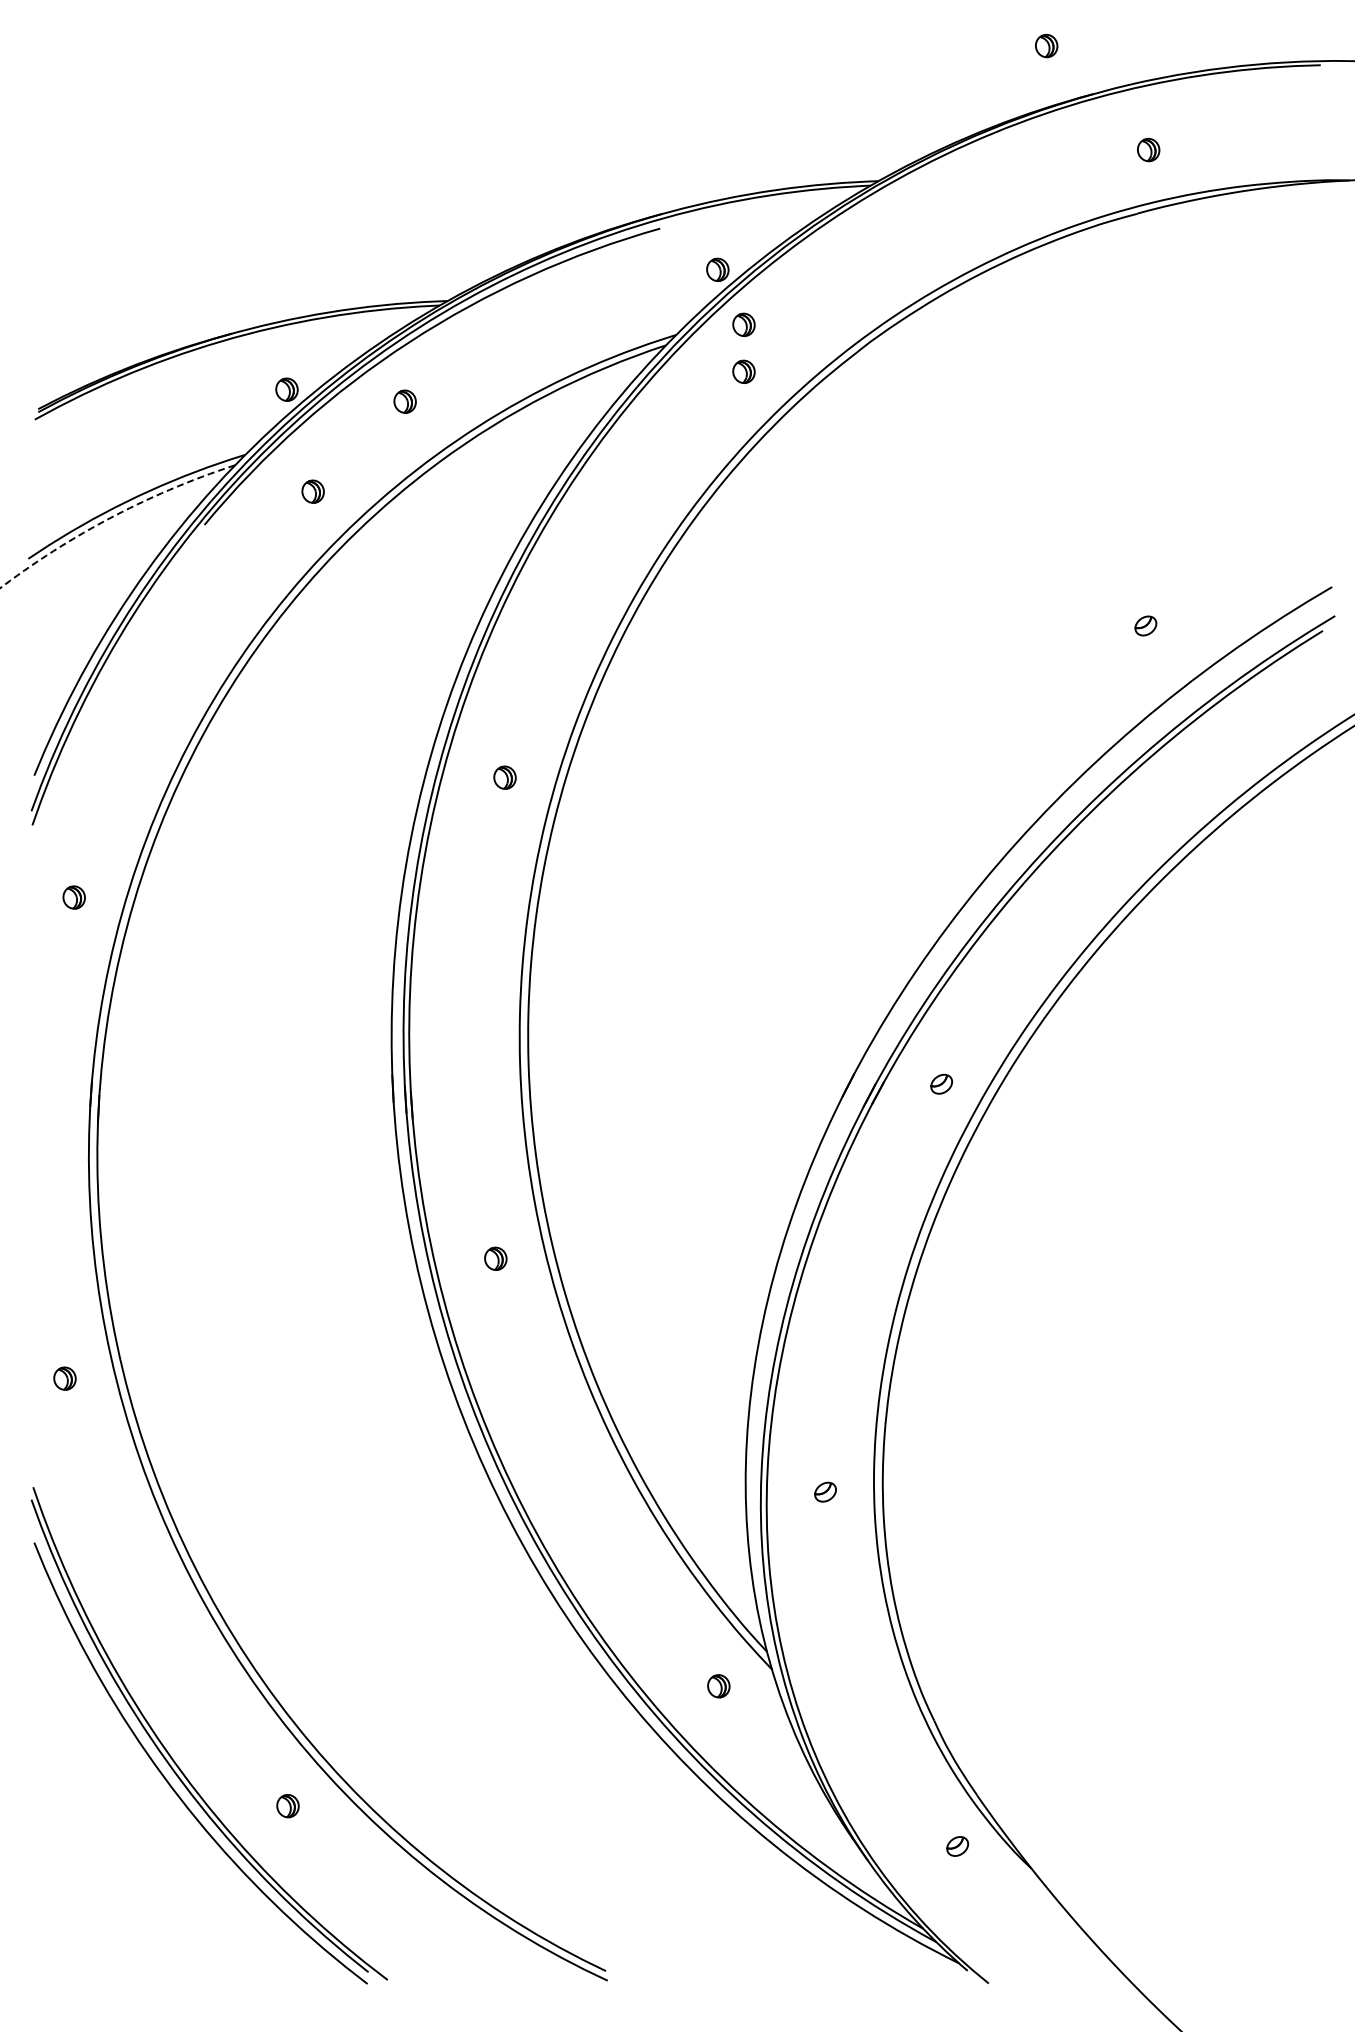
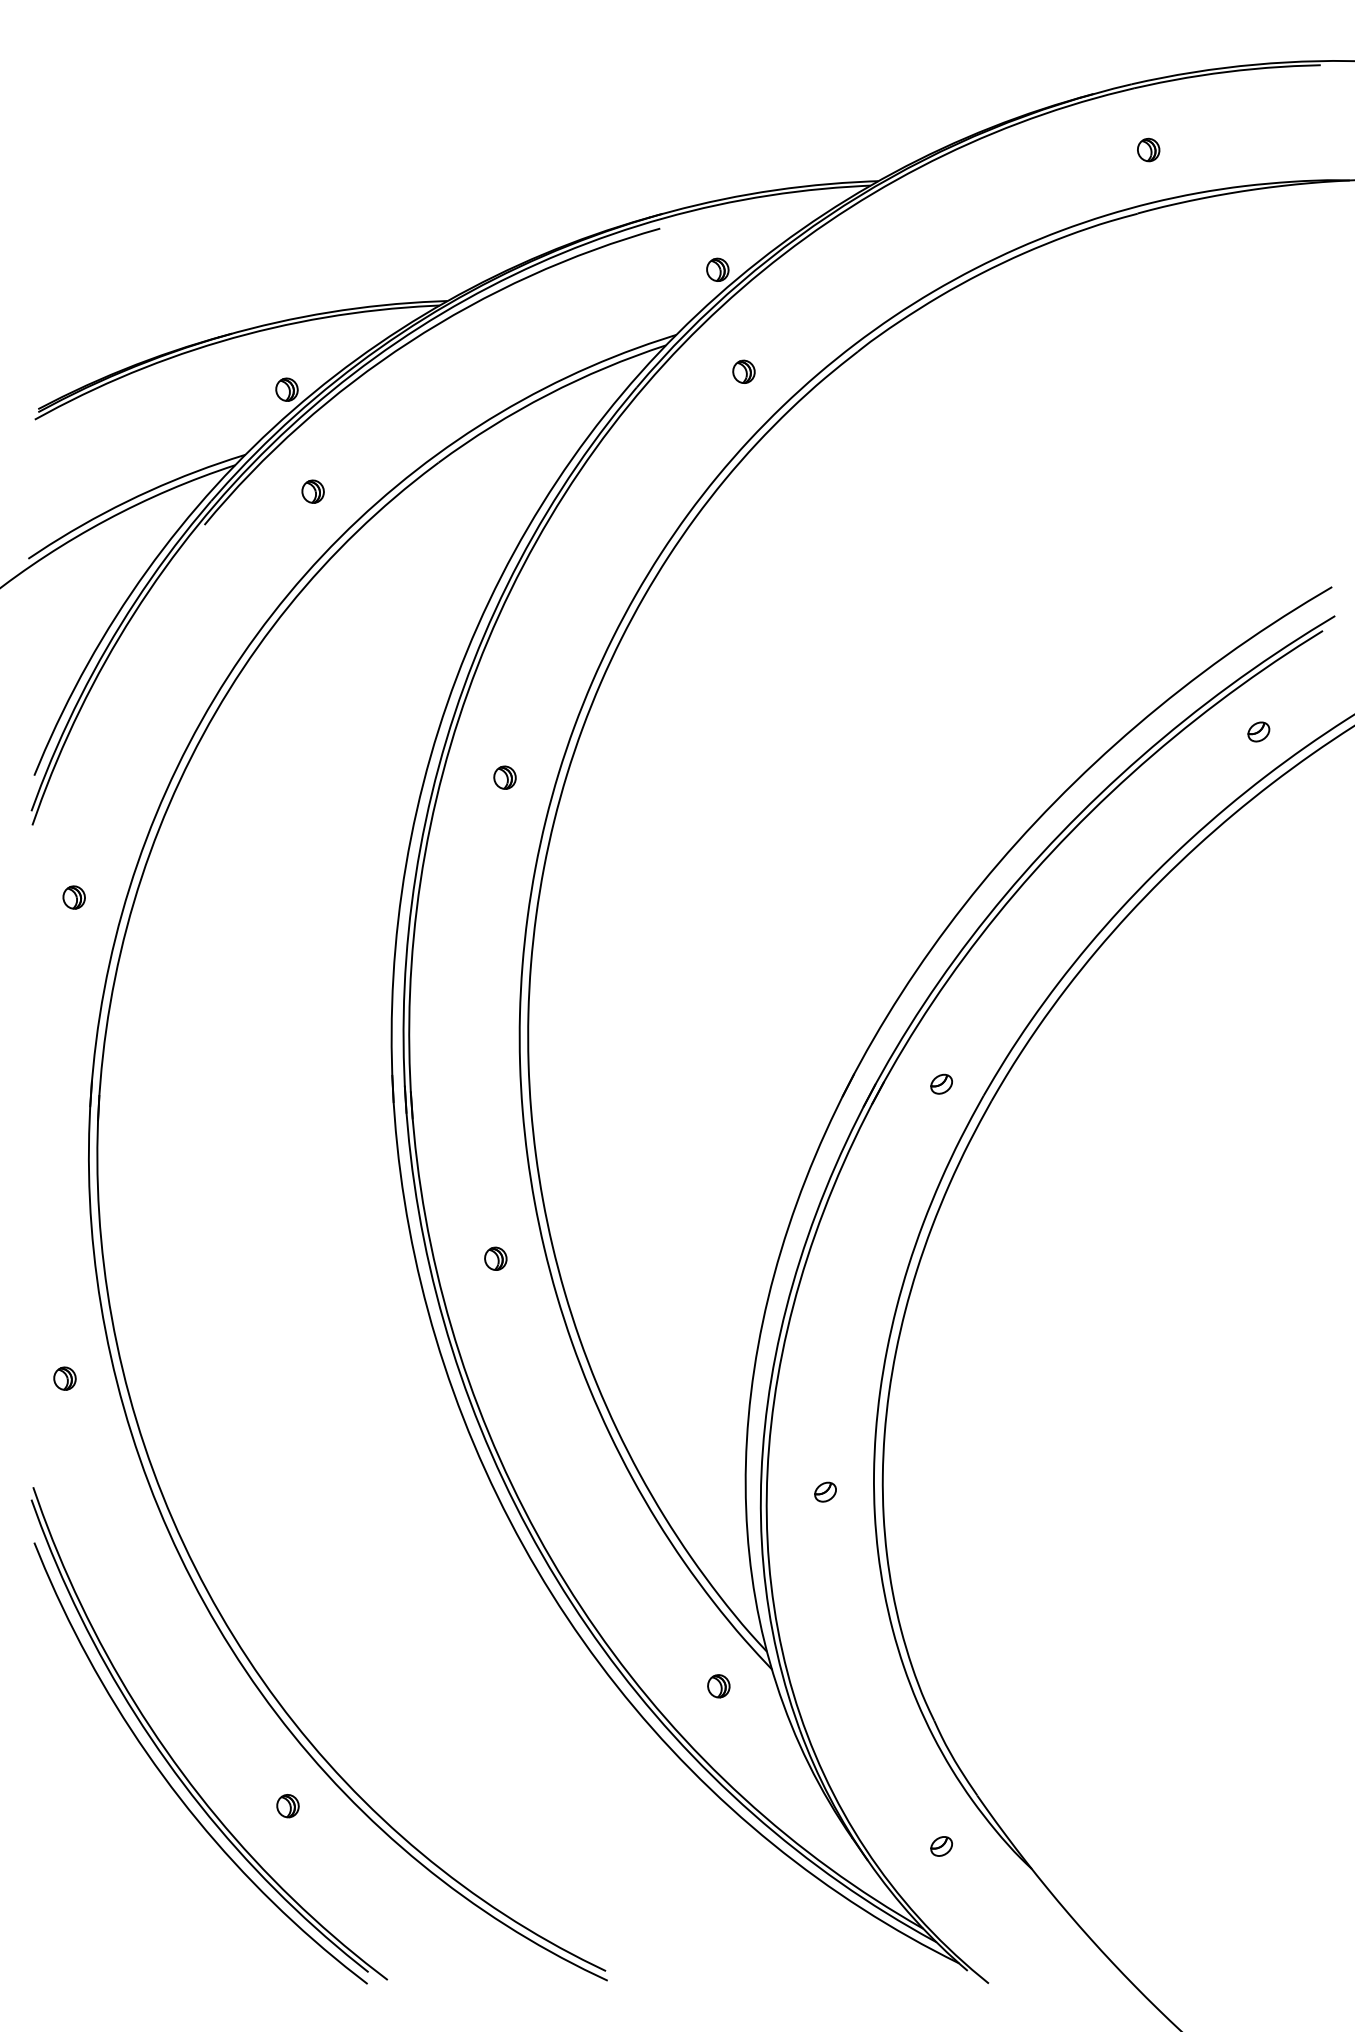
part at (1046, 45): present -> none
part at (743, 324): present -> none
part at (404, 401): present -> none
arc at (111, 517): dashed -> solid
part at (1145, 625) position: (1145, 625) -> (1258, 731)
part at (957, 1846) position: (957, 1846) -> (941, 1846)
